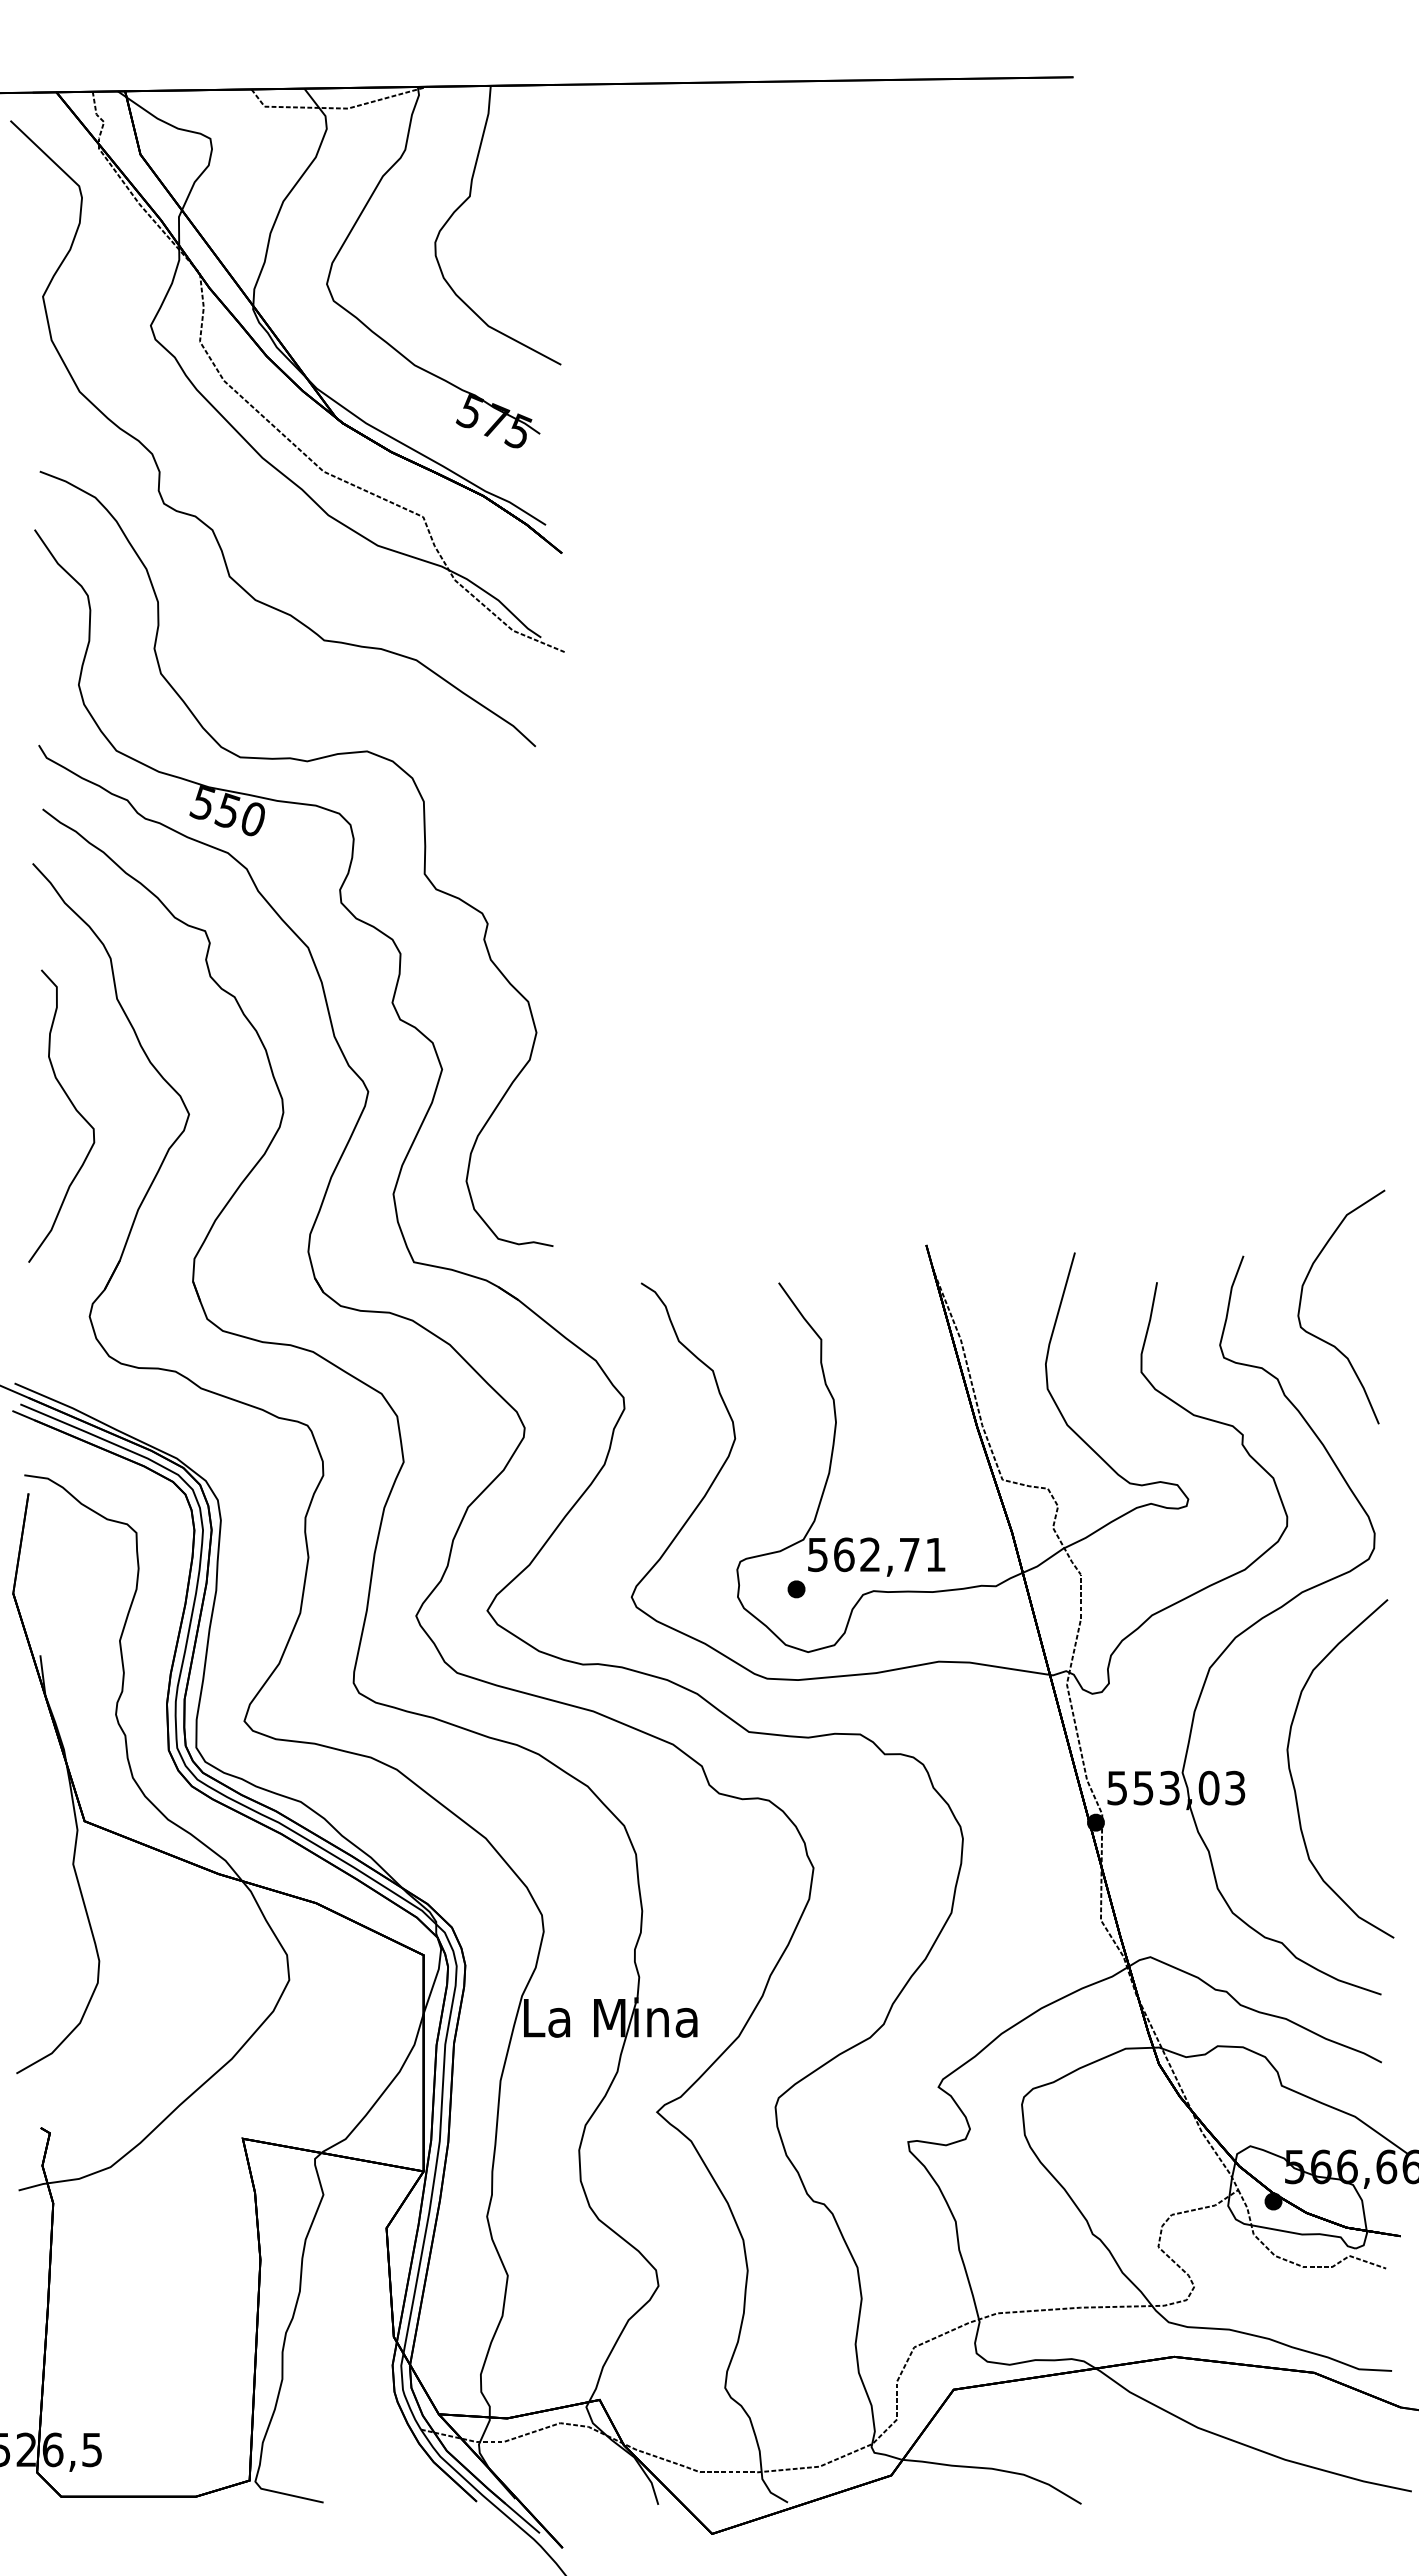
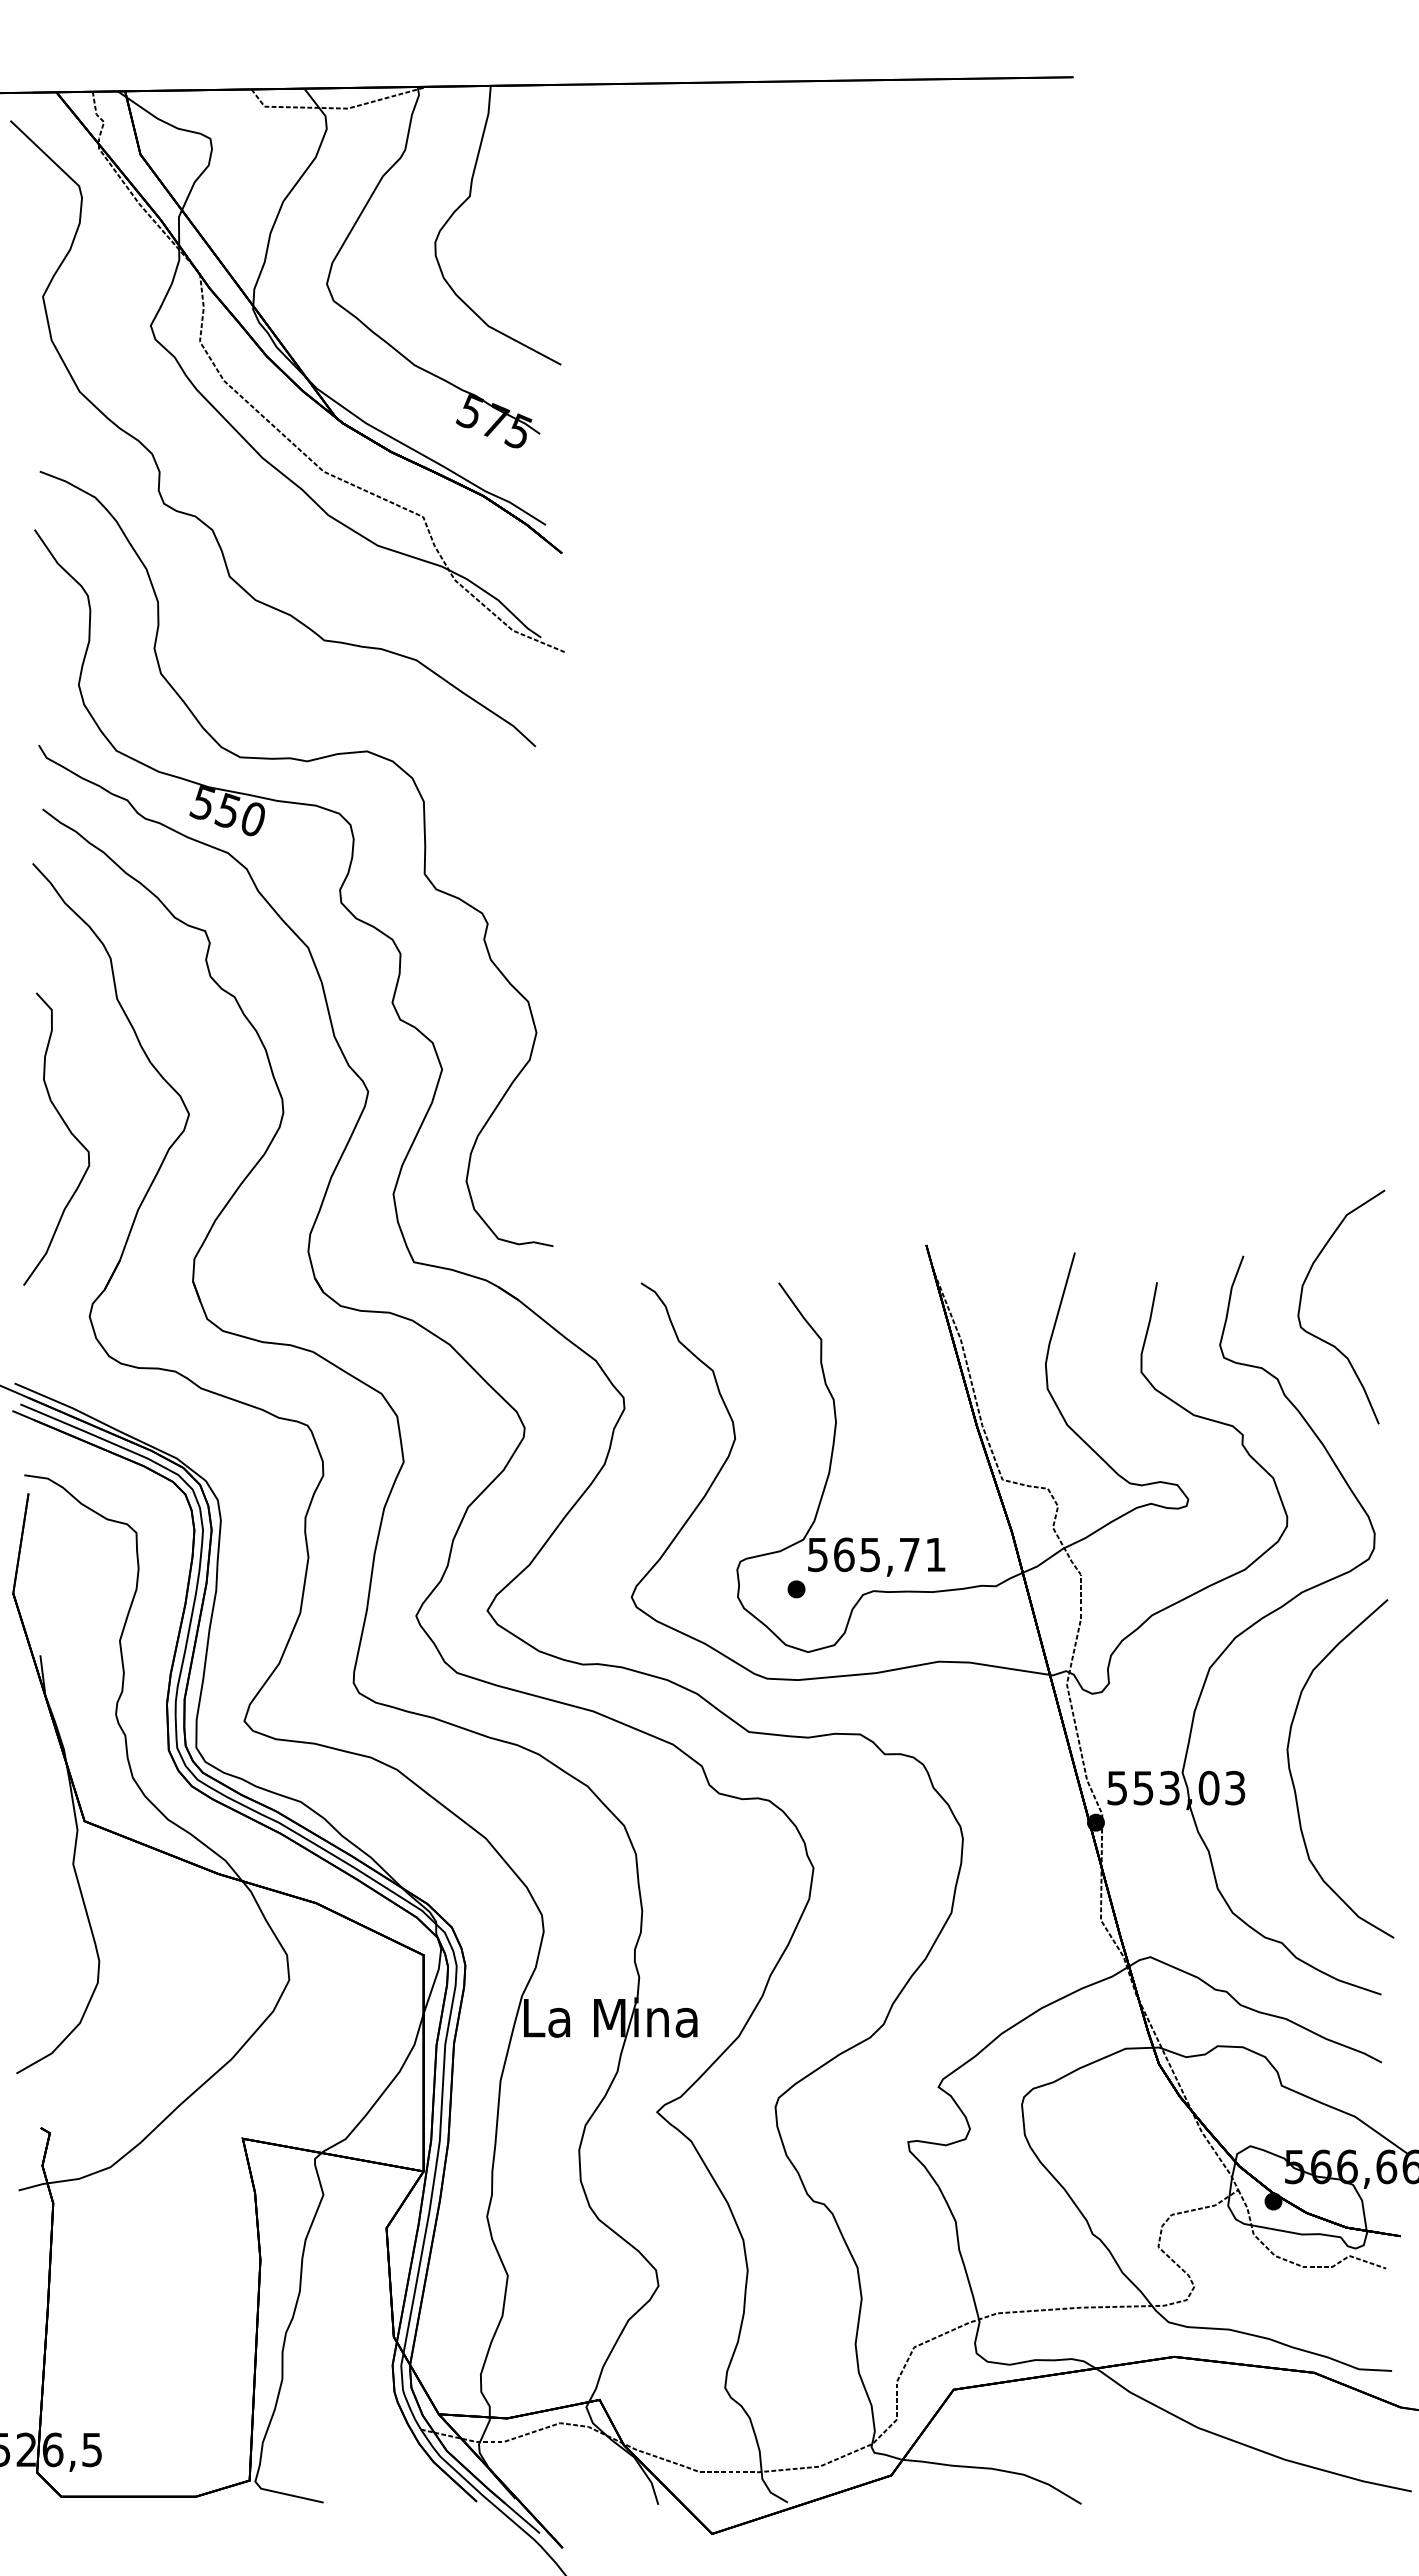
curve at (73, 1107) position: (73, 1107) -> (68, 1130)
text at (869, 1554): 562,71 -> 565,71
